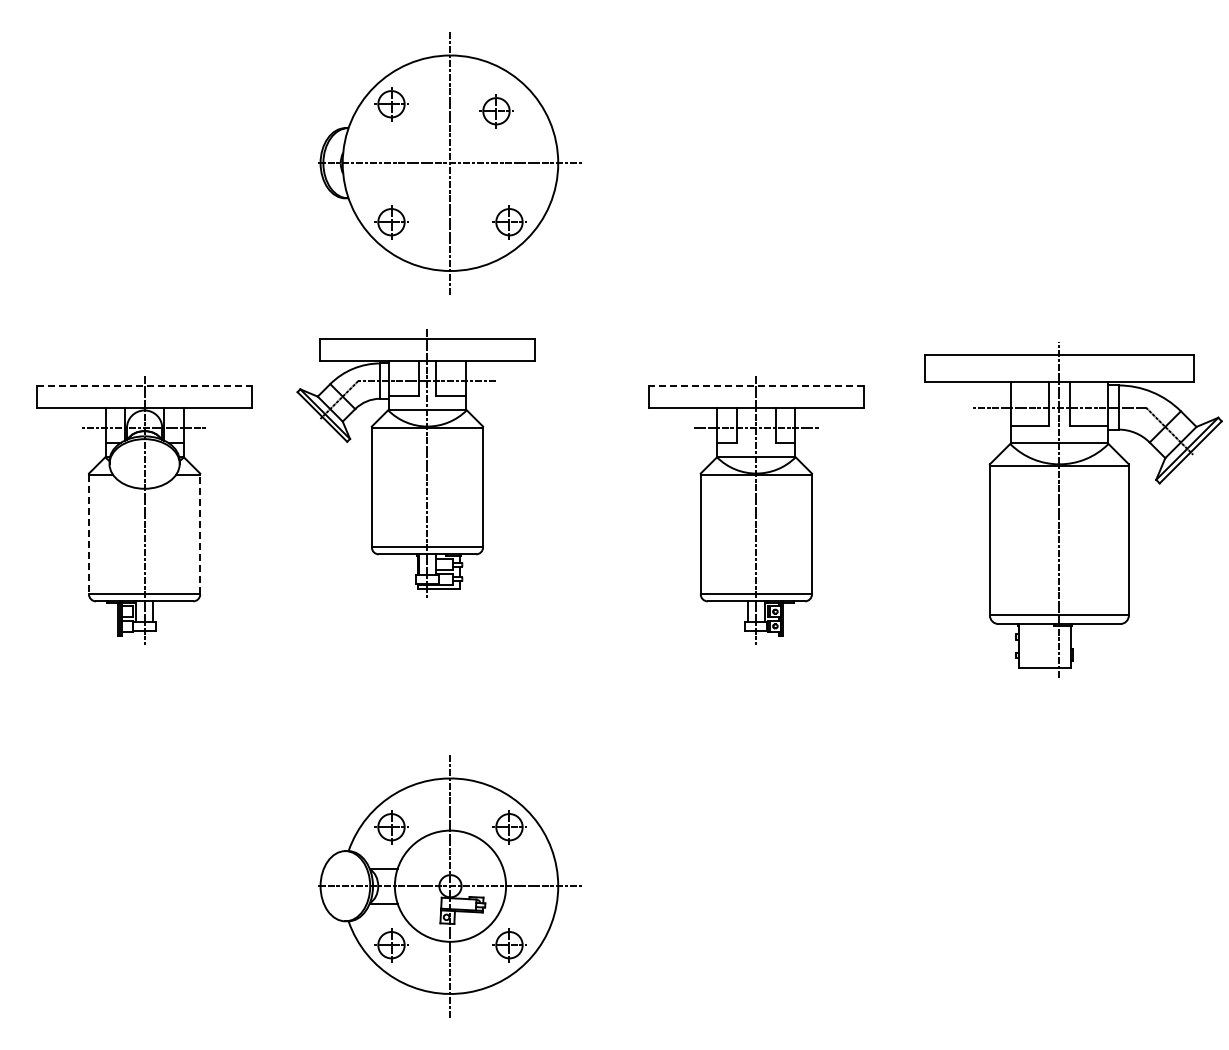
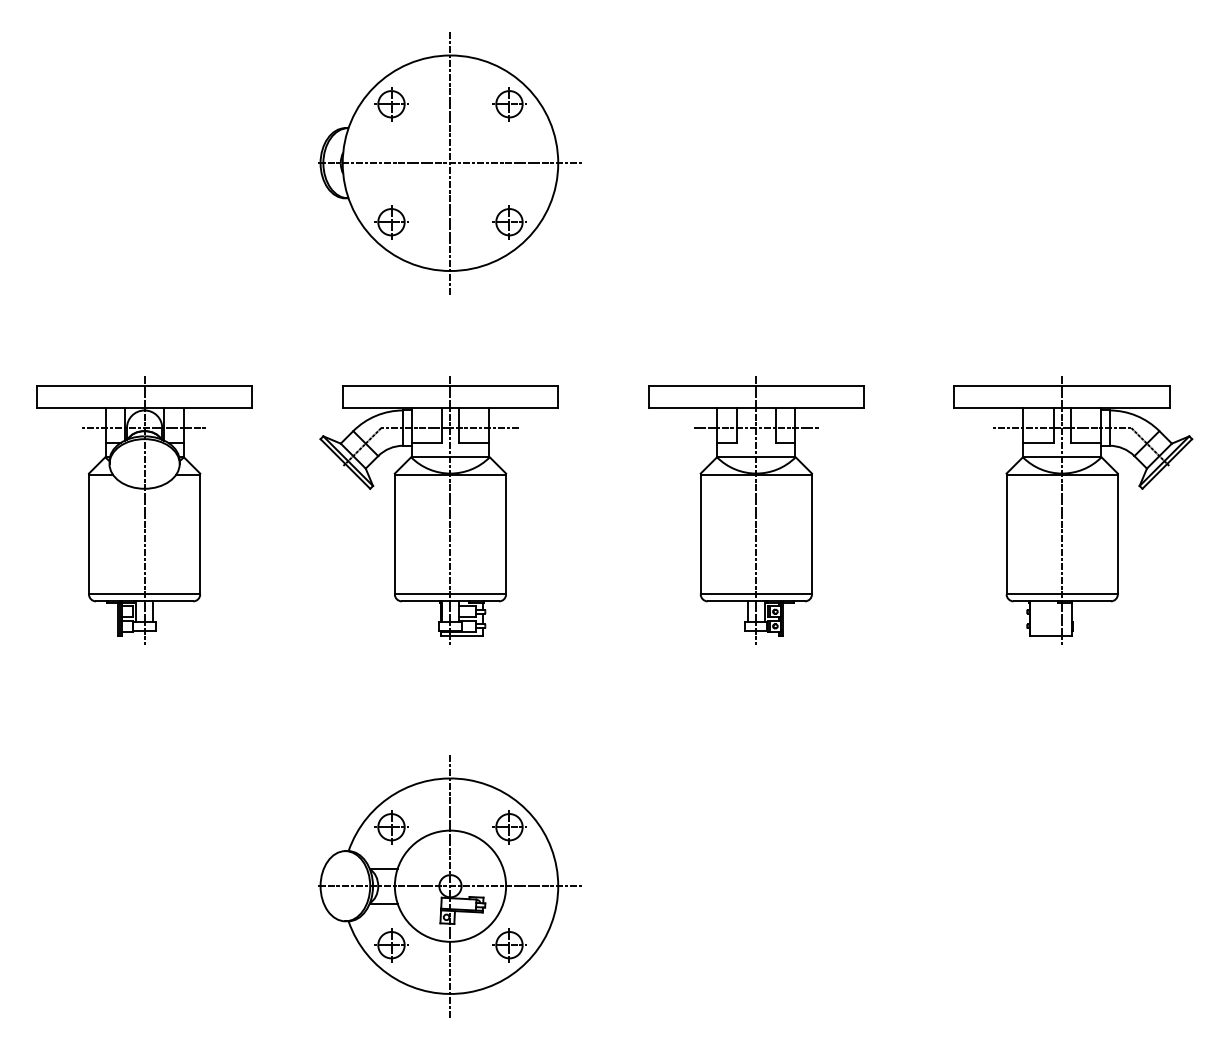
part at (496, 111) position: (496, 111) -> (509, 104)
line at (144, 385): dashed -> solid
line at (756, 385): dashed -> solid
part at (415, 463) position: (415, 463) -> (438, 510)
part at (1073, 509) size: 299x336 px -> 241x269 px
line at (89, 534): dashed -> solid
line at (200, 534): dashed -> solid
